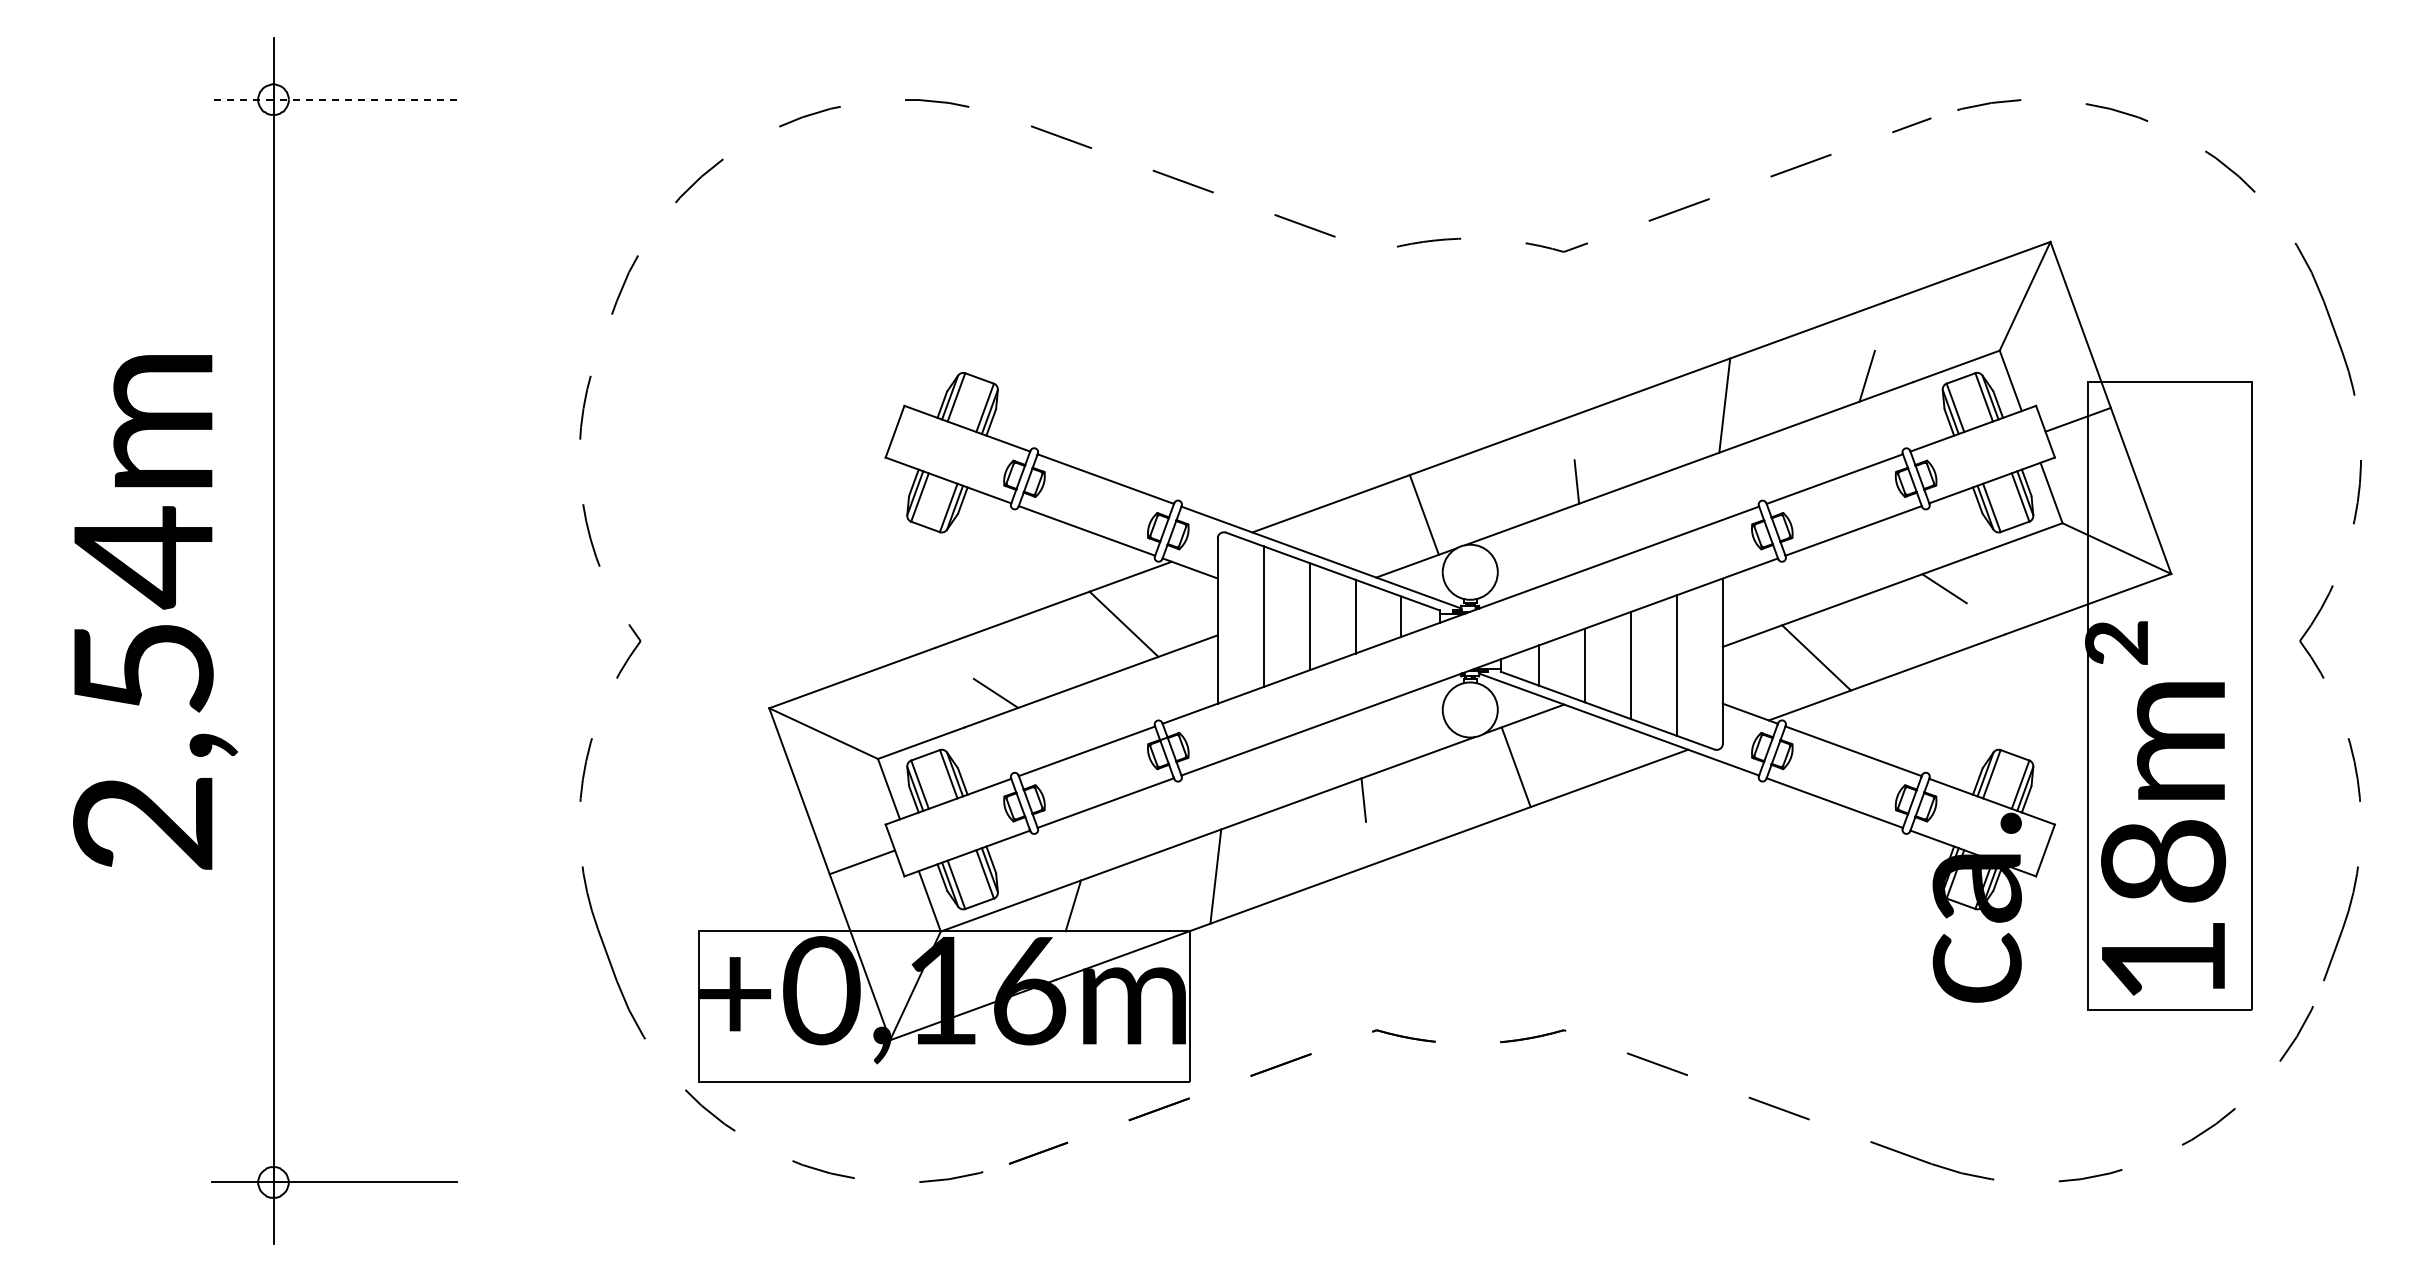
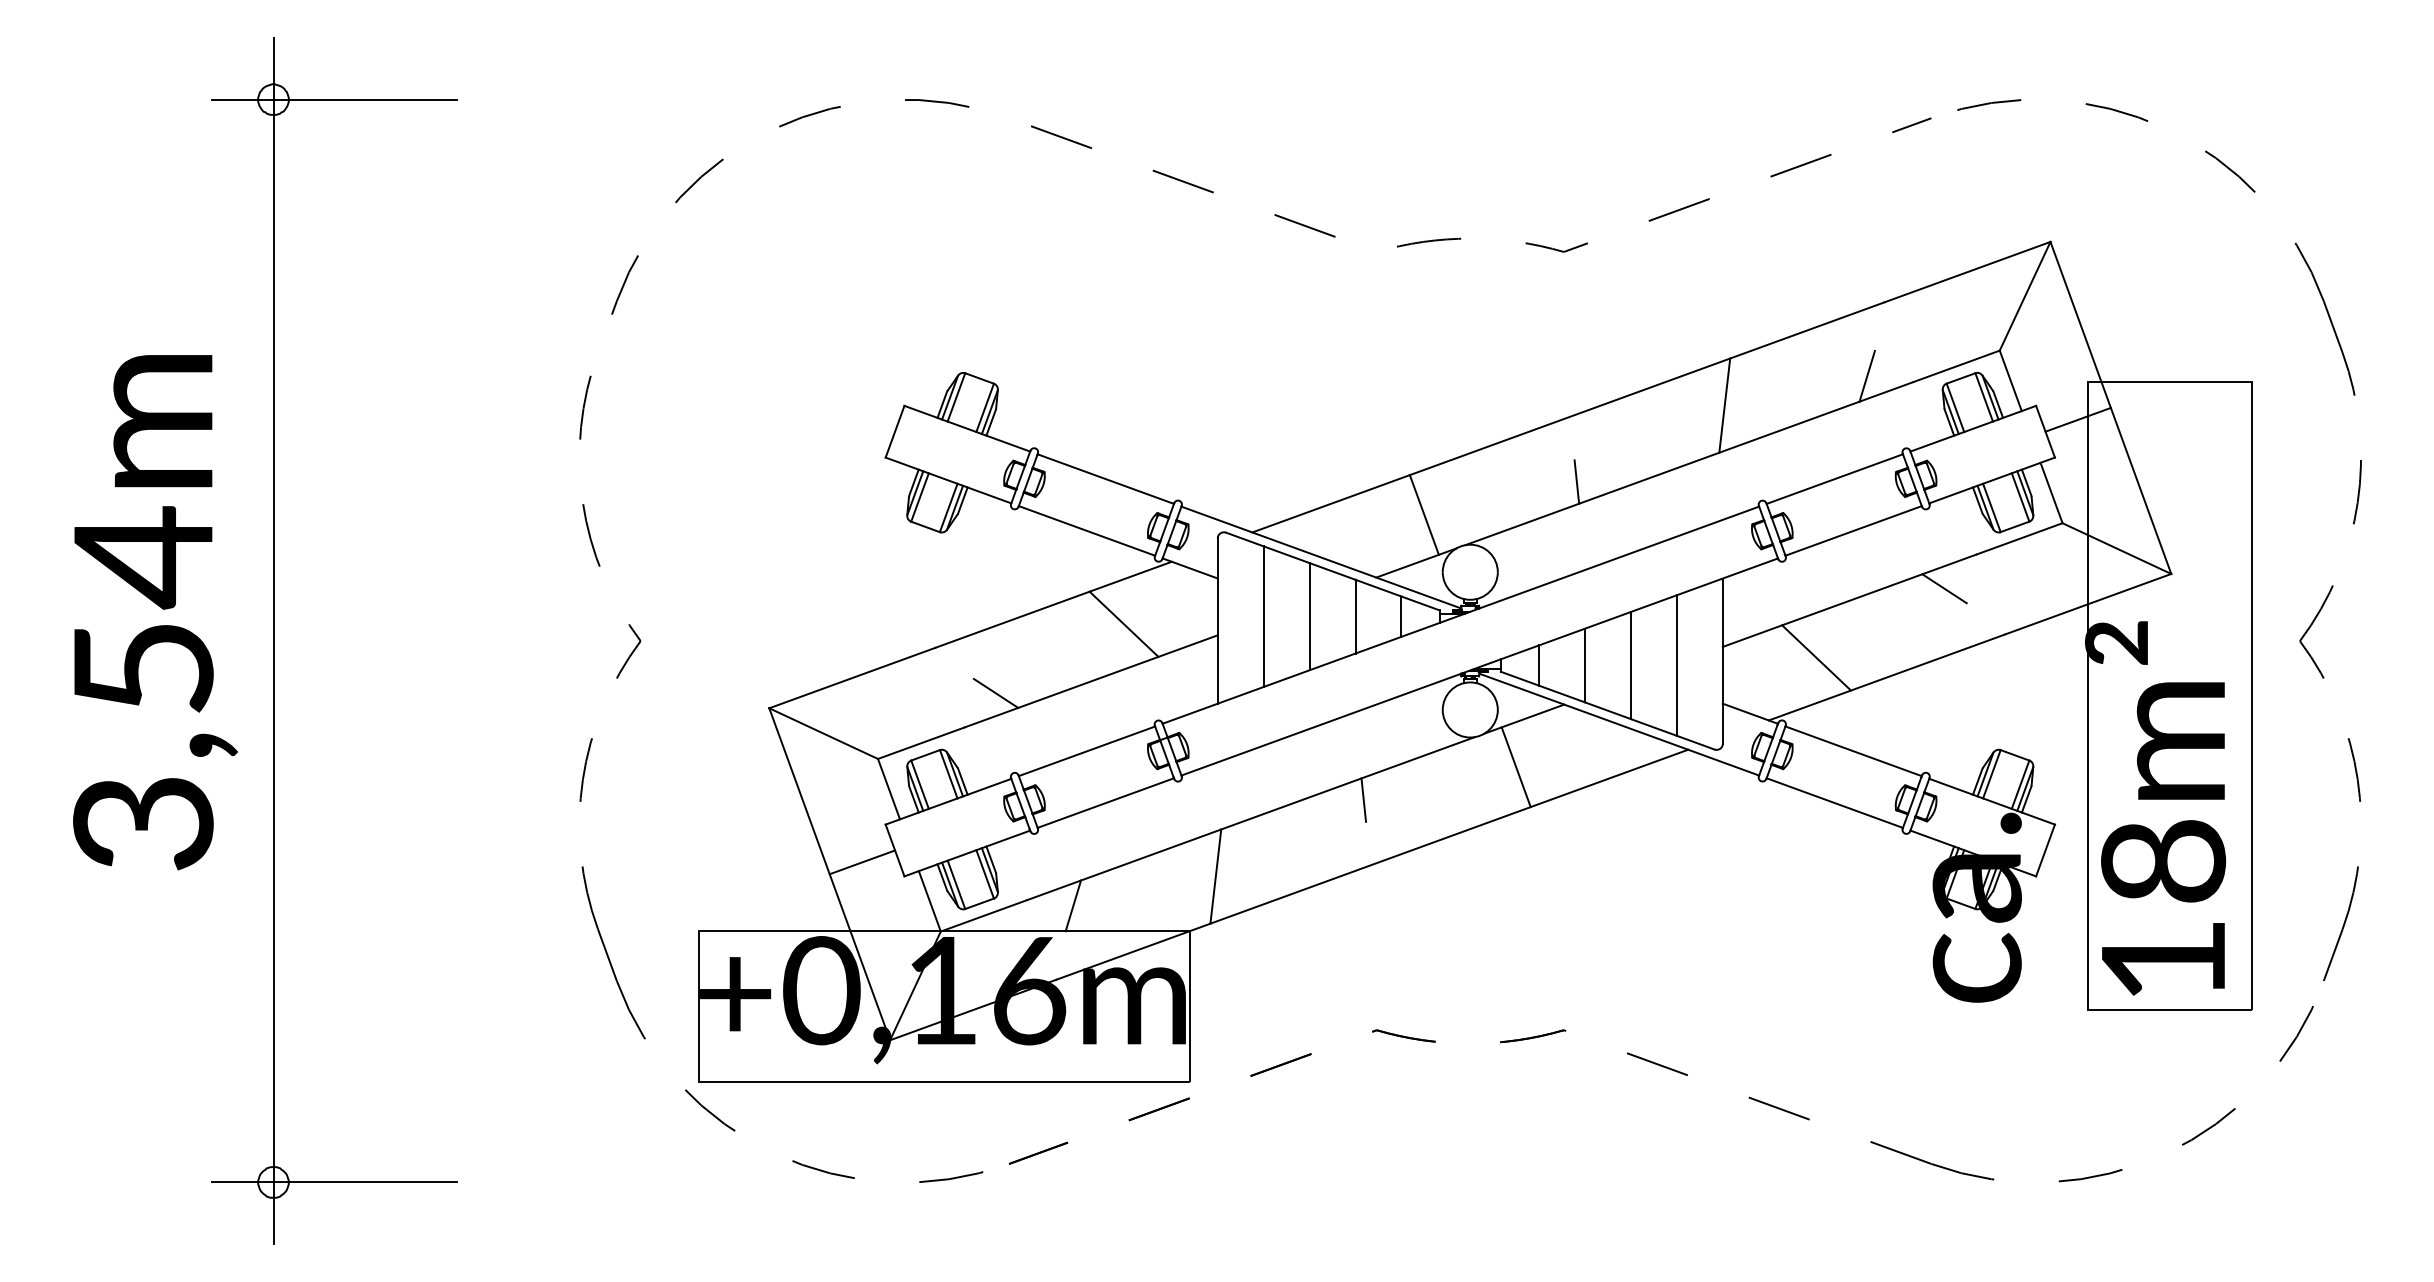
line at (334, 99): dashed -> solid
text at (143, 824): 2,54m -> 3,54m
